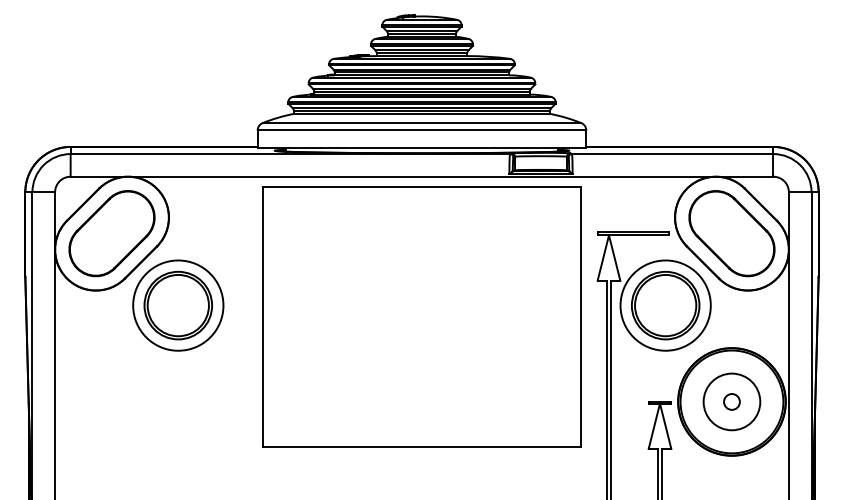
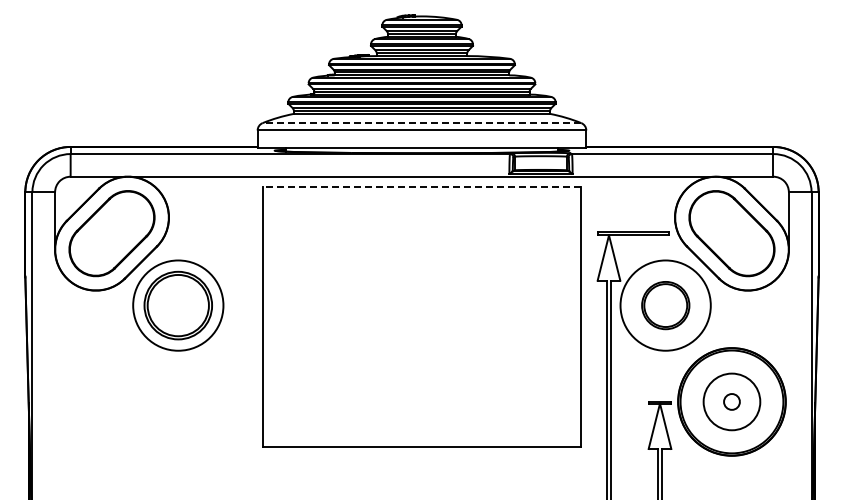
line at (421, 123): solid -> dashed
line at (422, 186): solid -> dashed
part at (665, 305) size: 70x71 px -> 50x50 px
line at (55, 374): present -> none
line at (788, 374): present -> none
